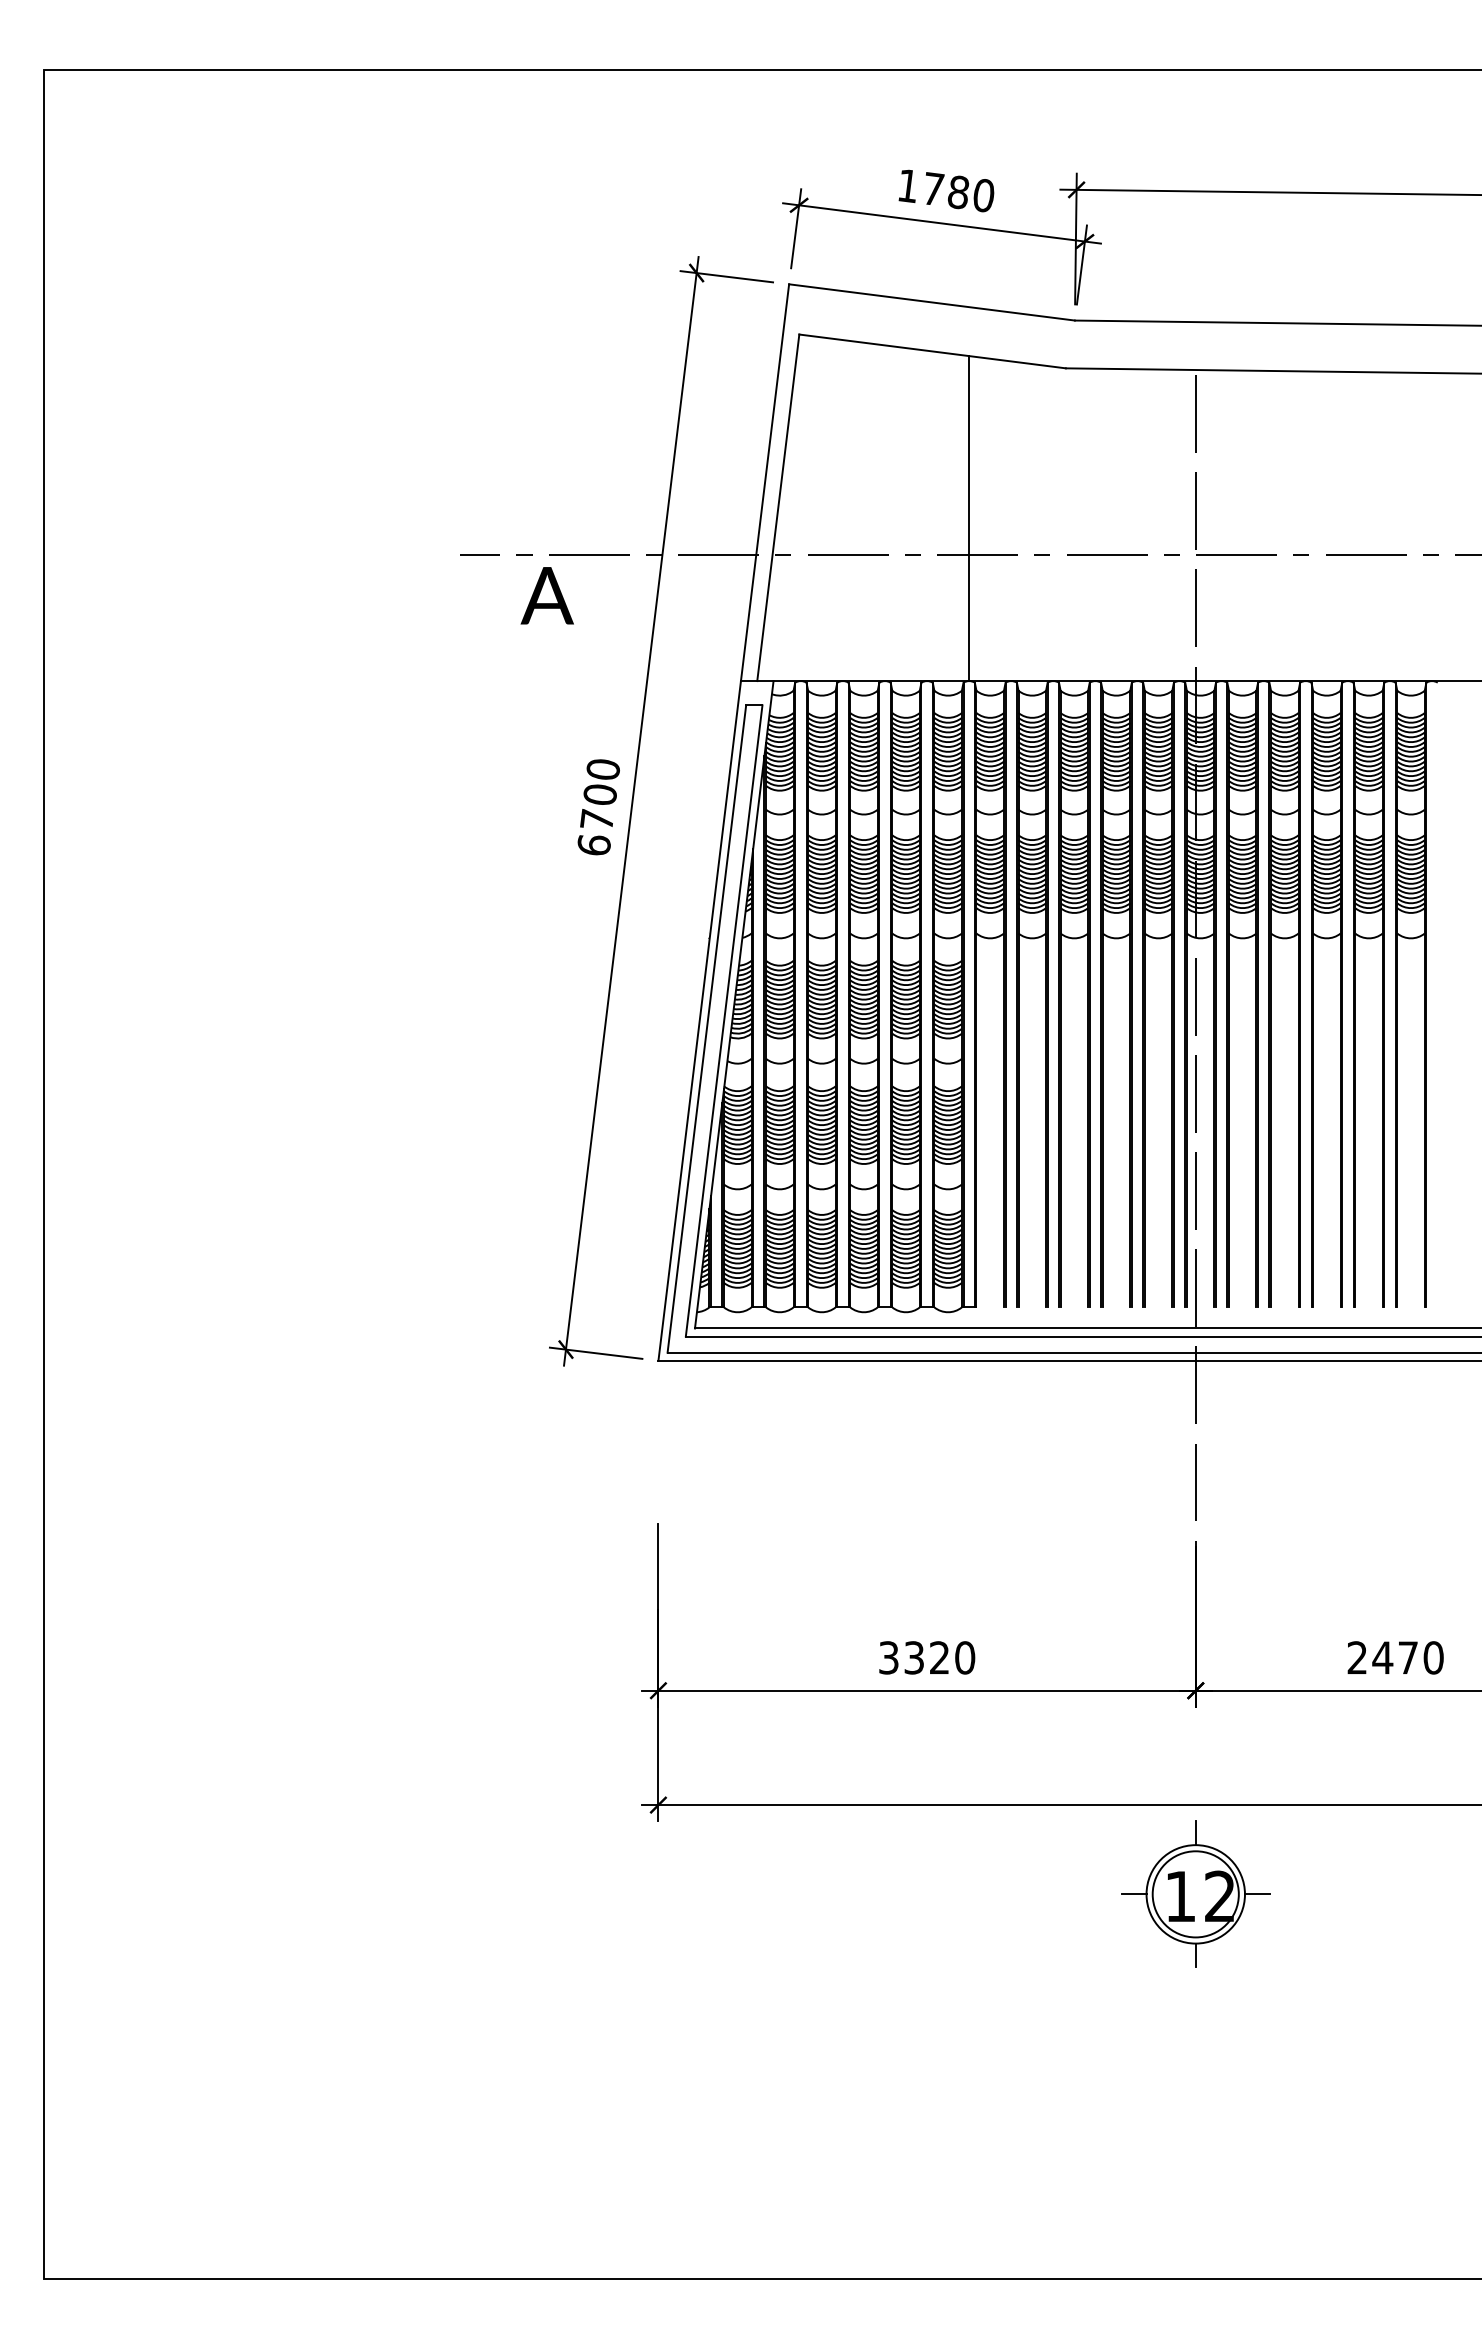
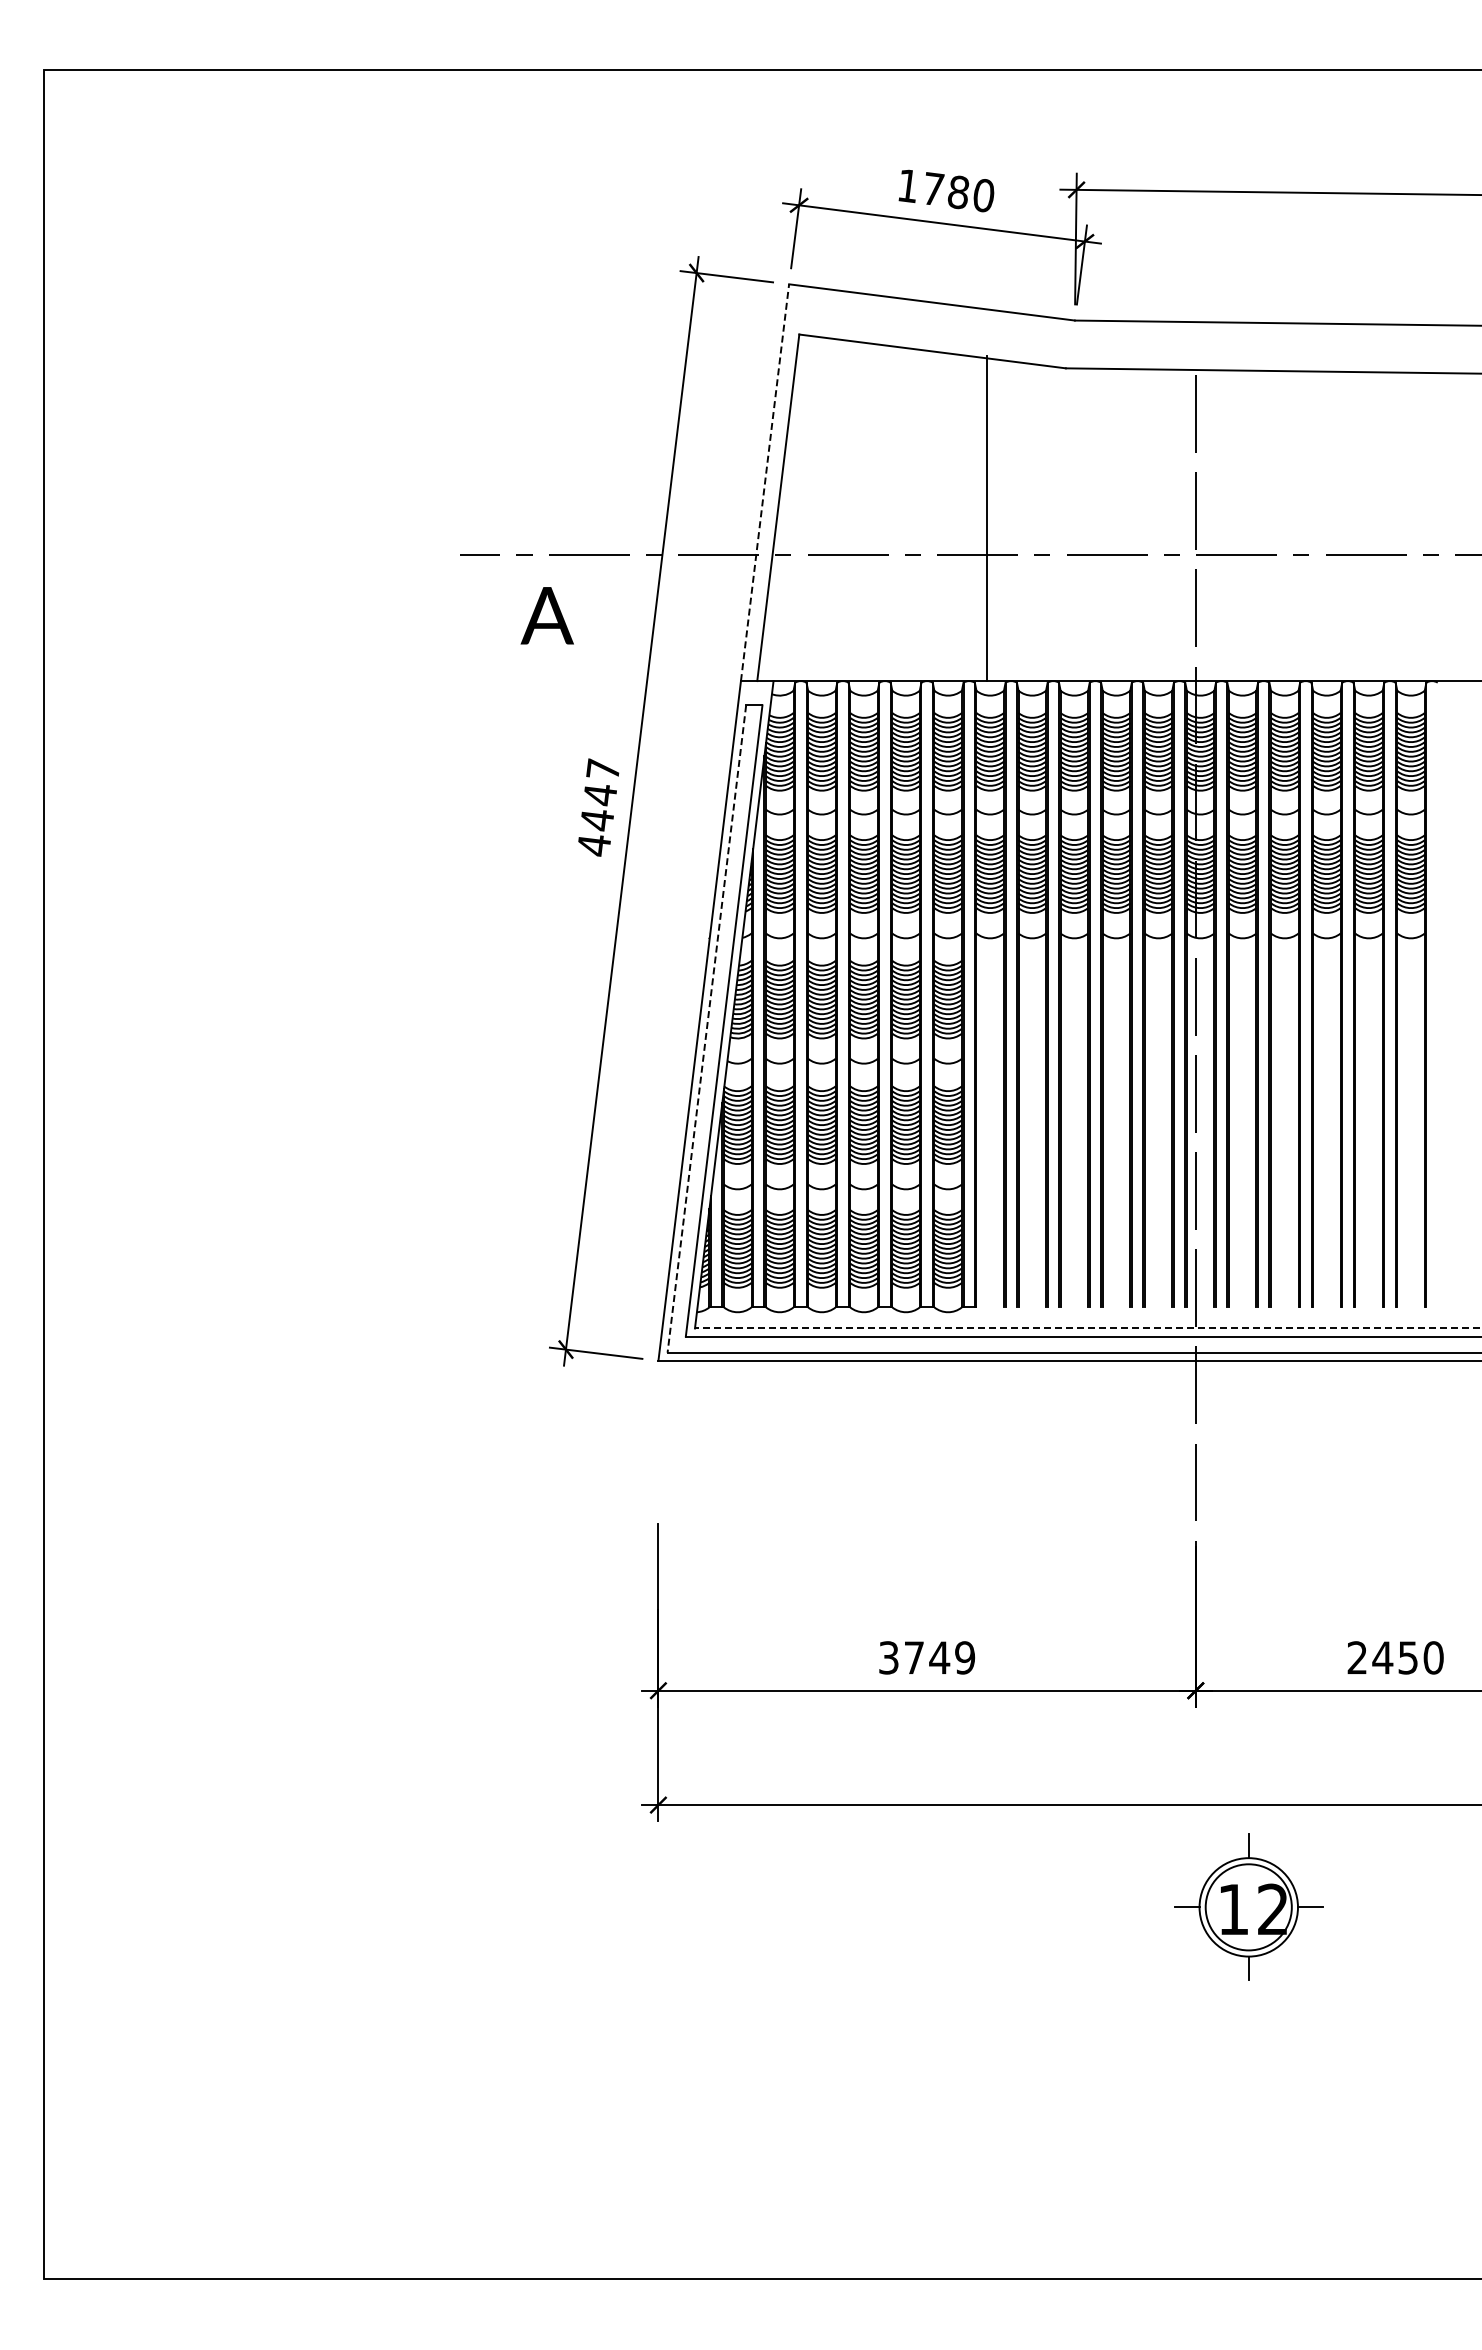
line at (765, 482): solid -> dashed
line at (969, 518) position: (969, 518) -> (987, 518)
text at (546, 595) position: (546, 595) -> (546, 615)
text at (598, 807): 6700 -> 4447
line at (706, 1029): solid -> dashed
line at (1087, 1328): solid -> dashed
text at (939, 1657): 3320 -> 3749
text at (1407, 1657): 2470 -> 2450
part at (1195, 1893) position: (1195, 1893) -> (1248, 1906)
